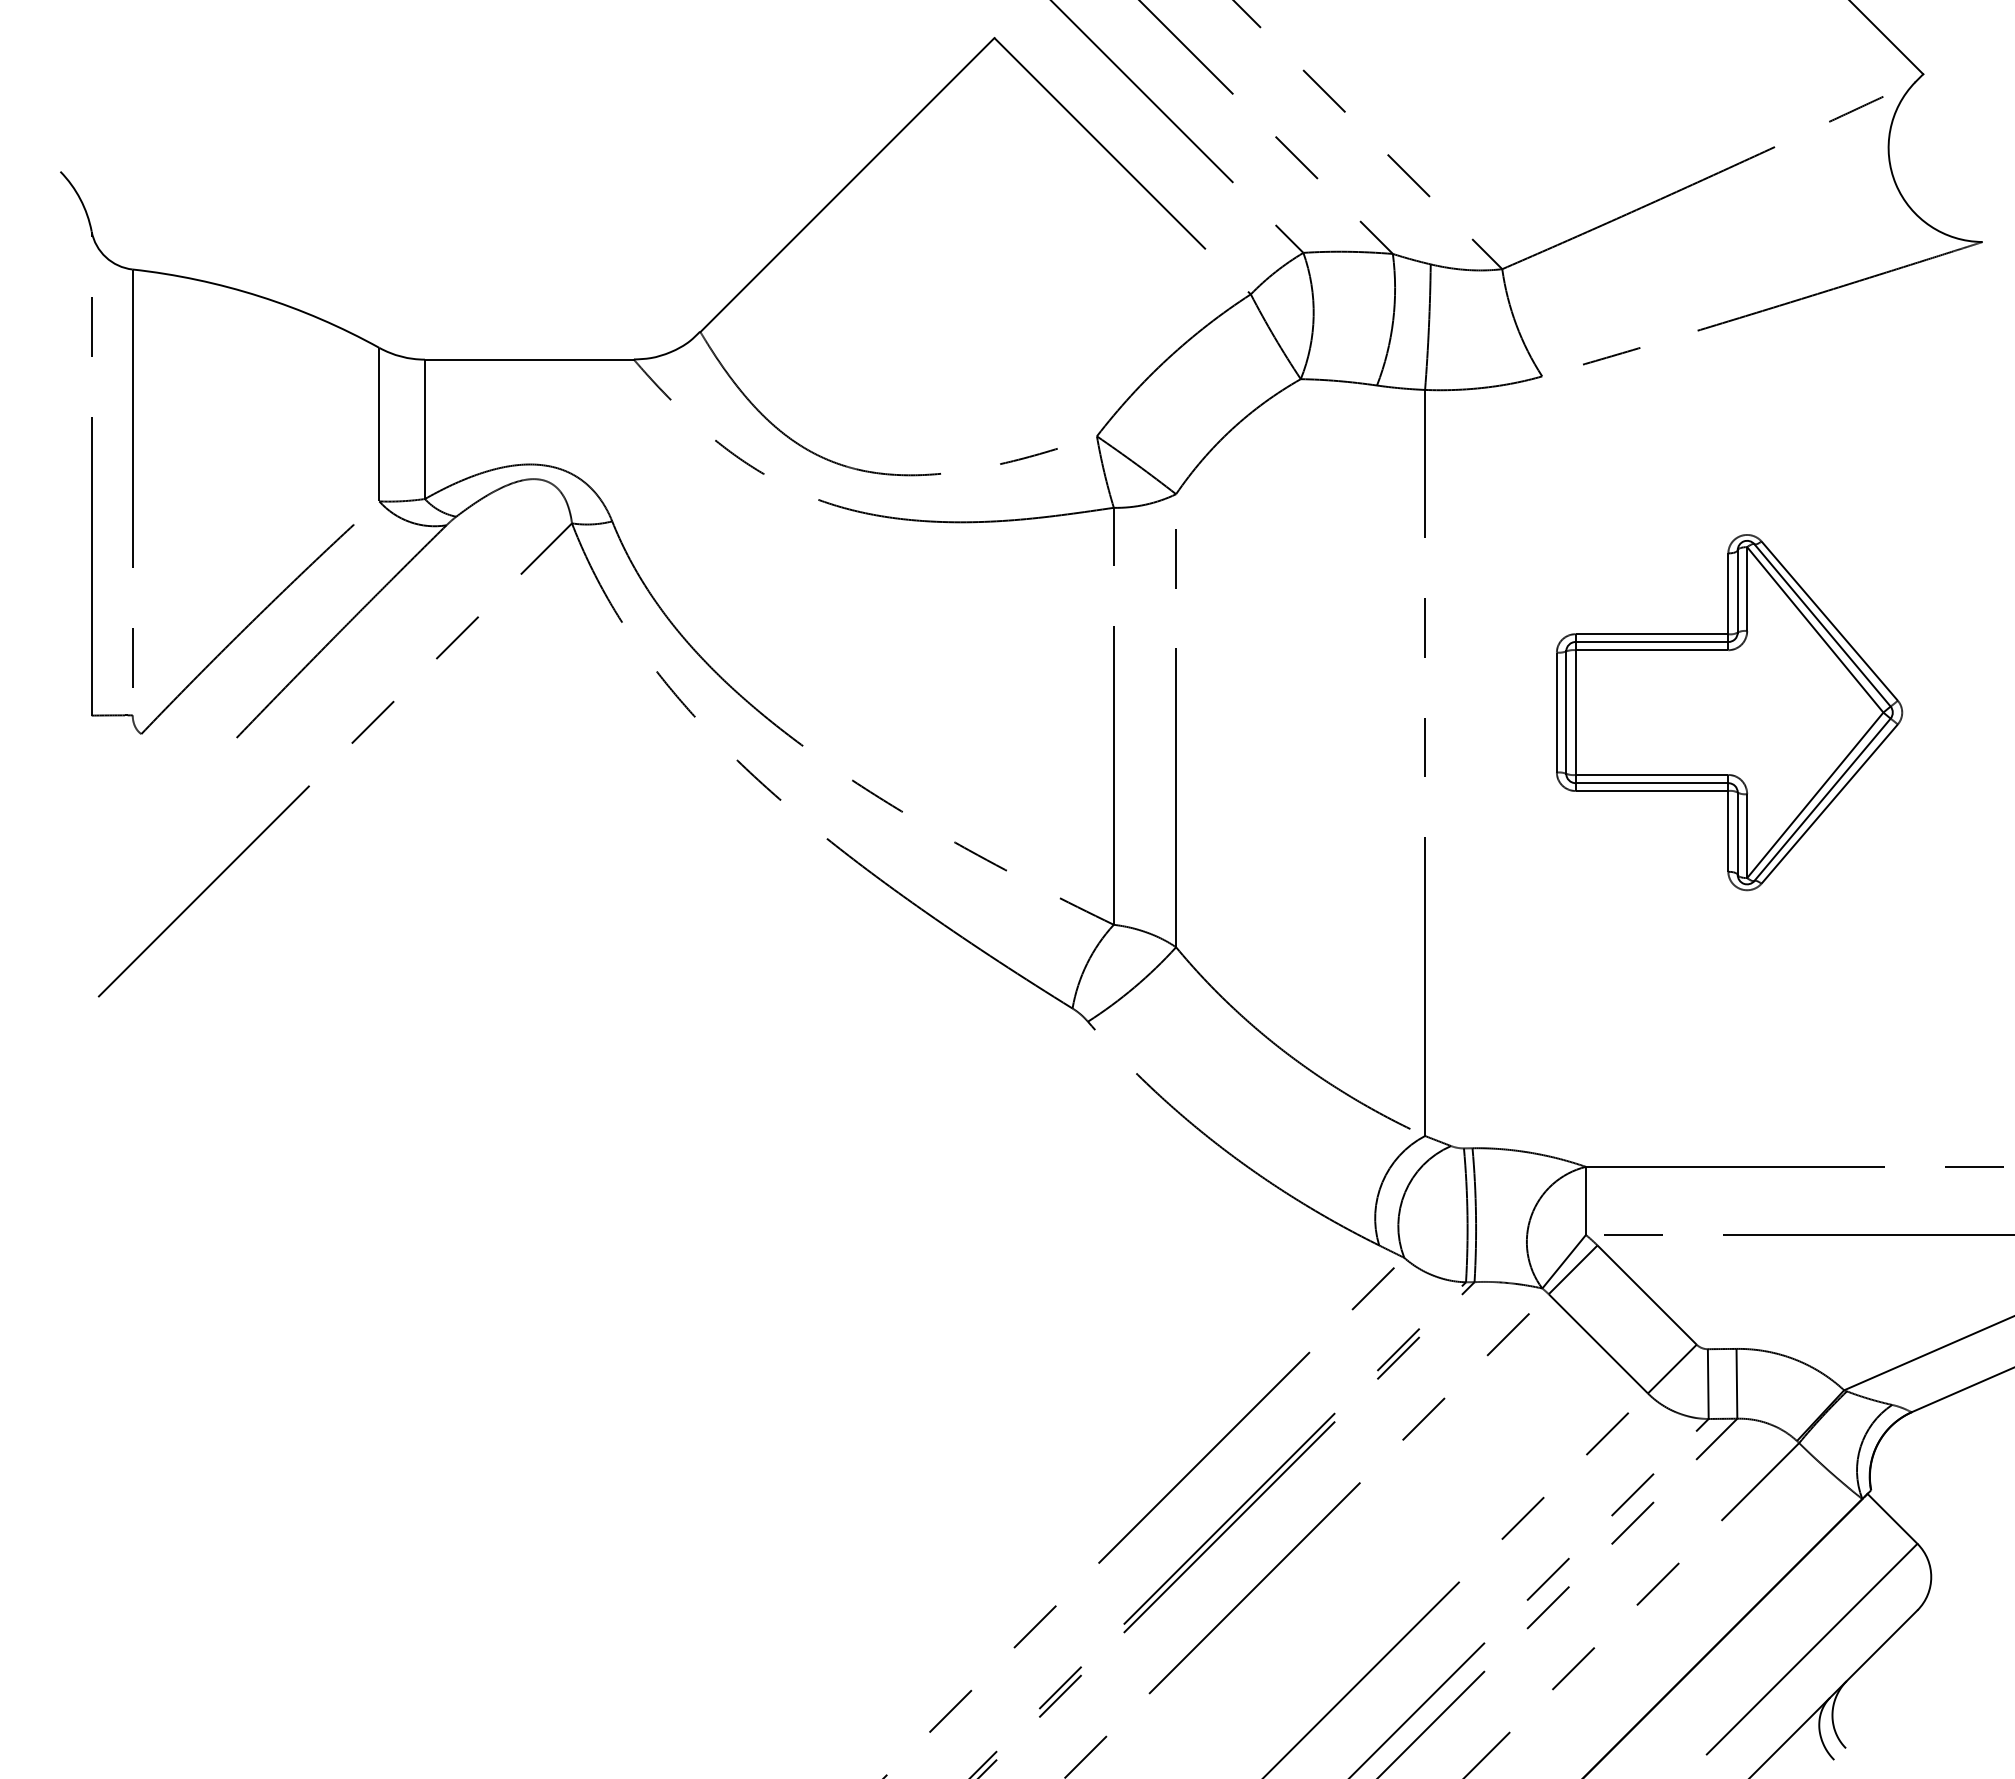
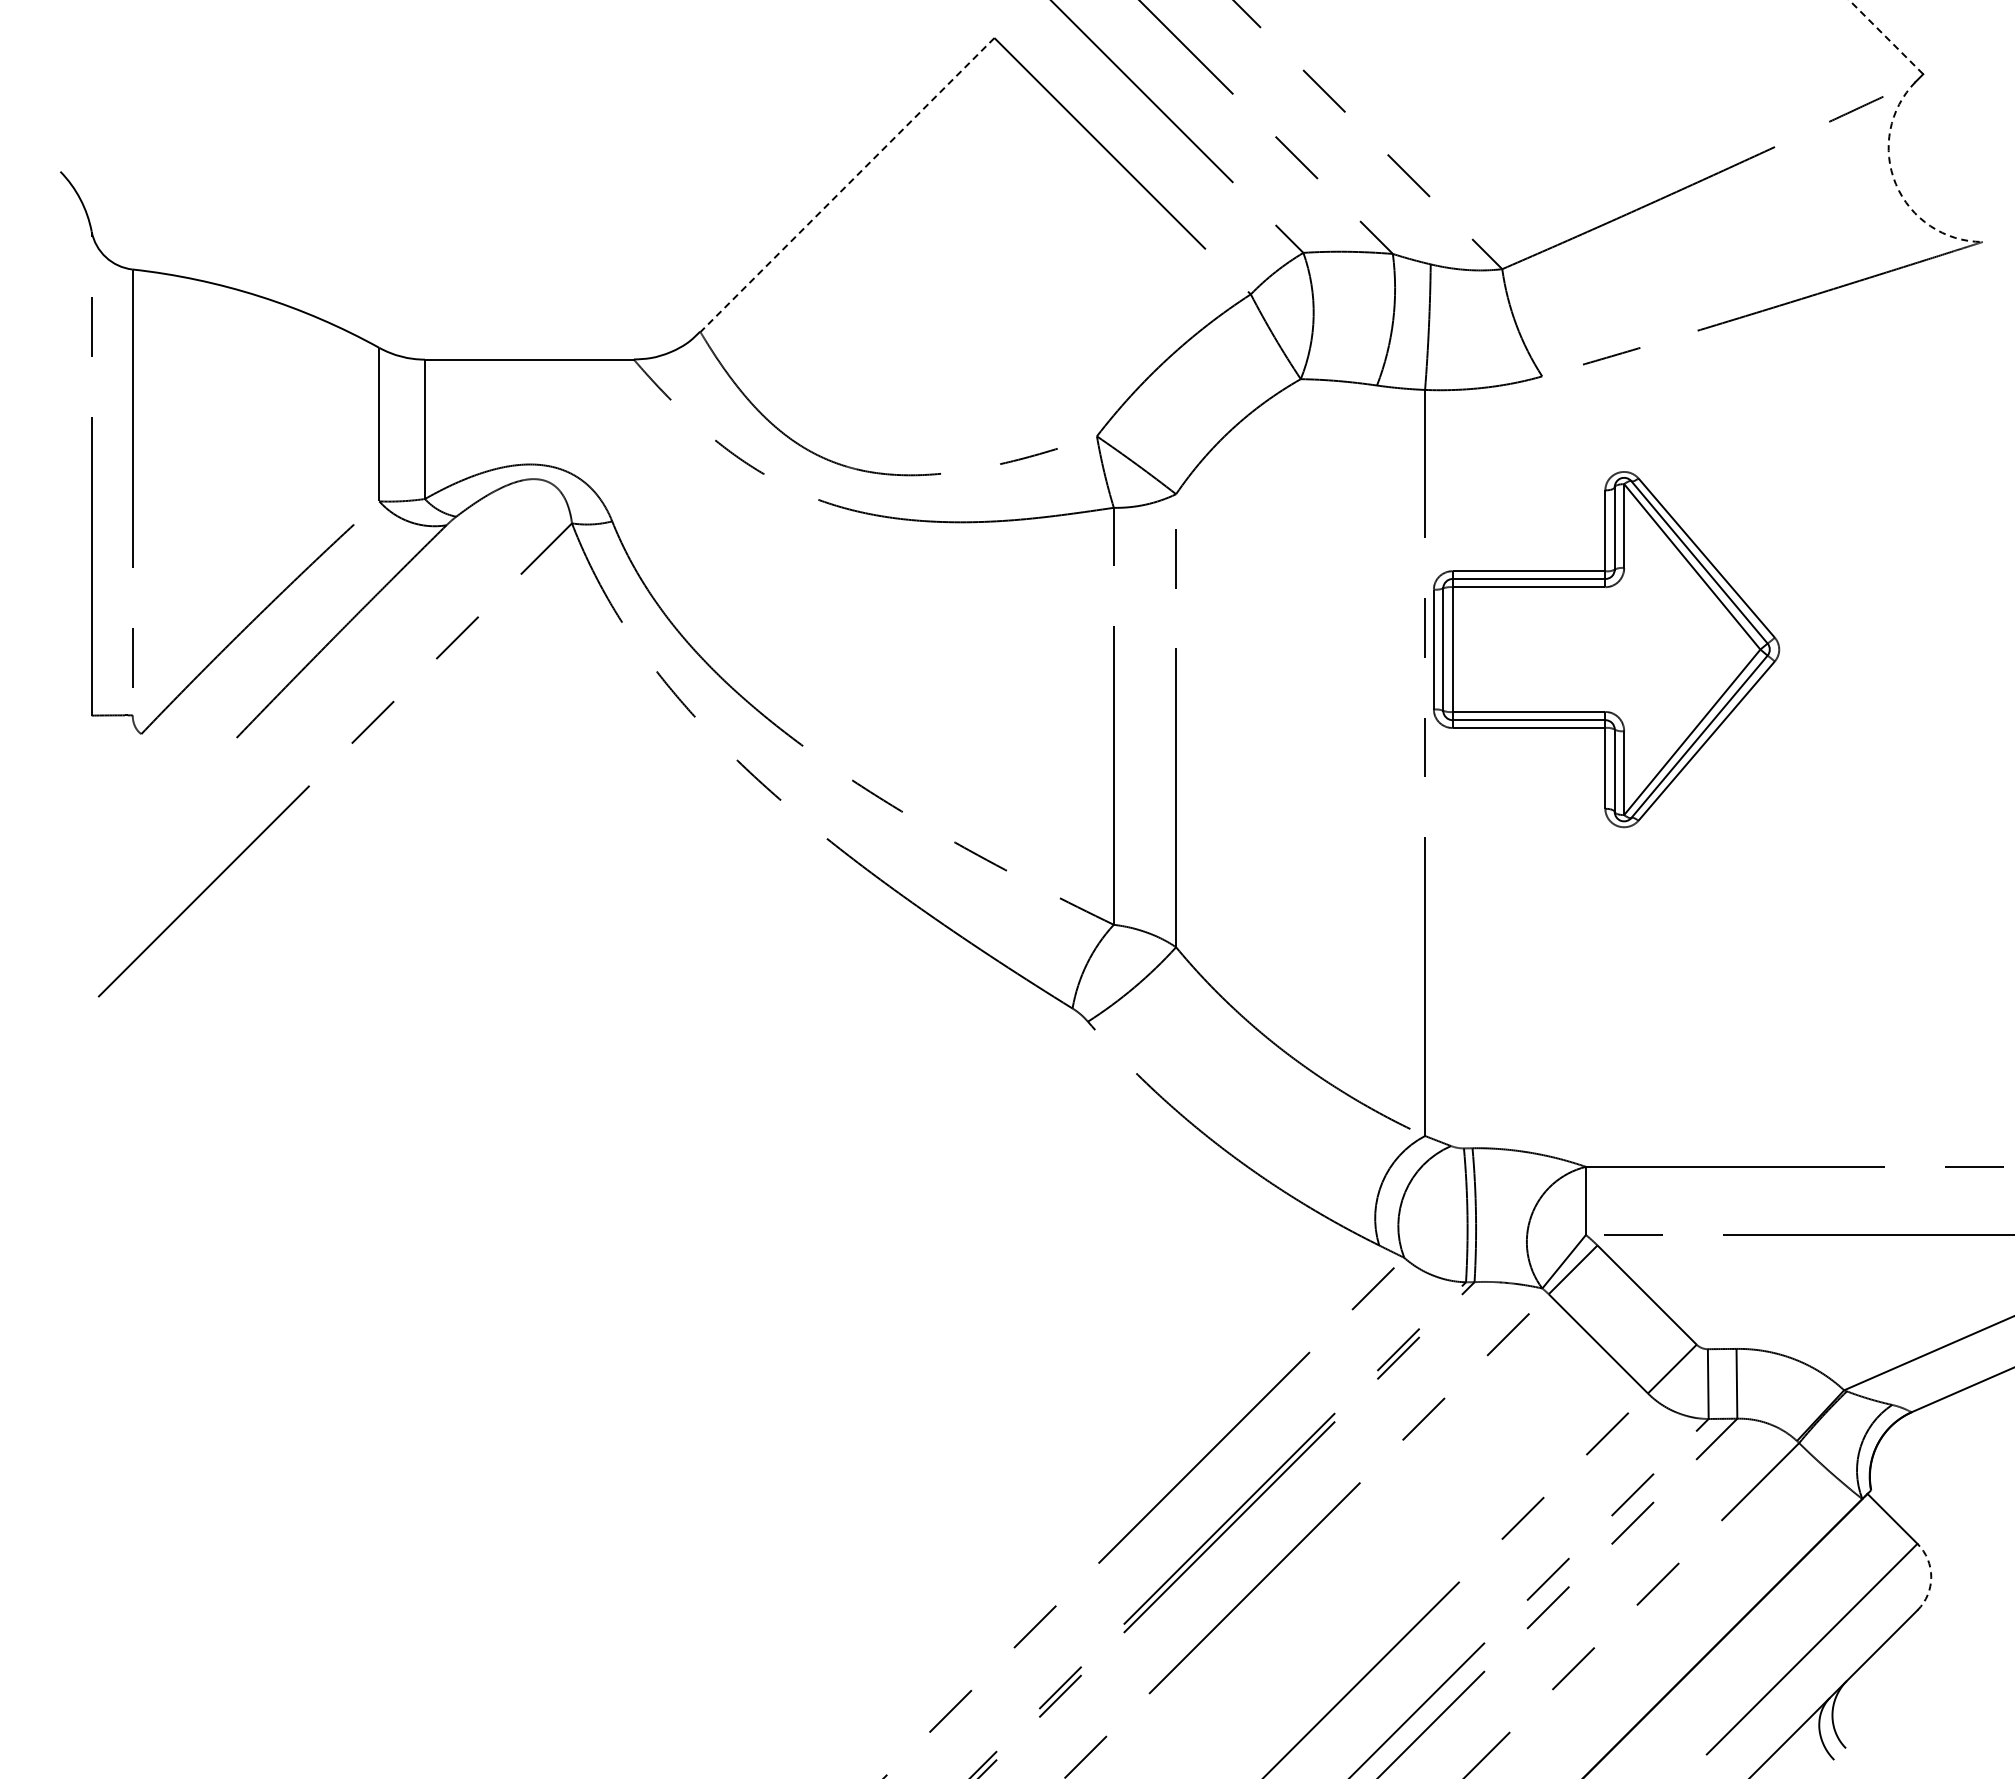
line at (1885, 36): solid -> dashed
arc at (1895, 184): solid -> dashed
line at (847, 185): solid -> dashed
part at (1729, 712) position: (1729, 712) -> (1606, 649)
arc at (1931, 1577): solid -> dashed
